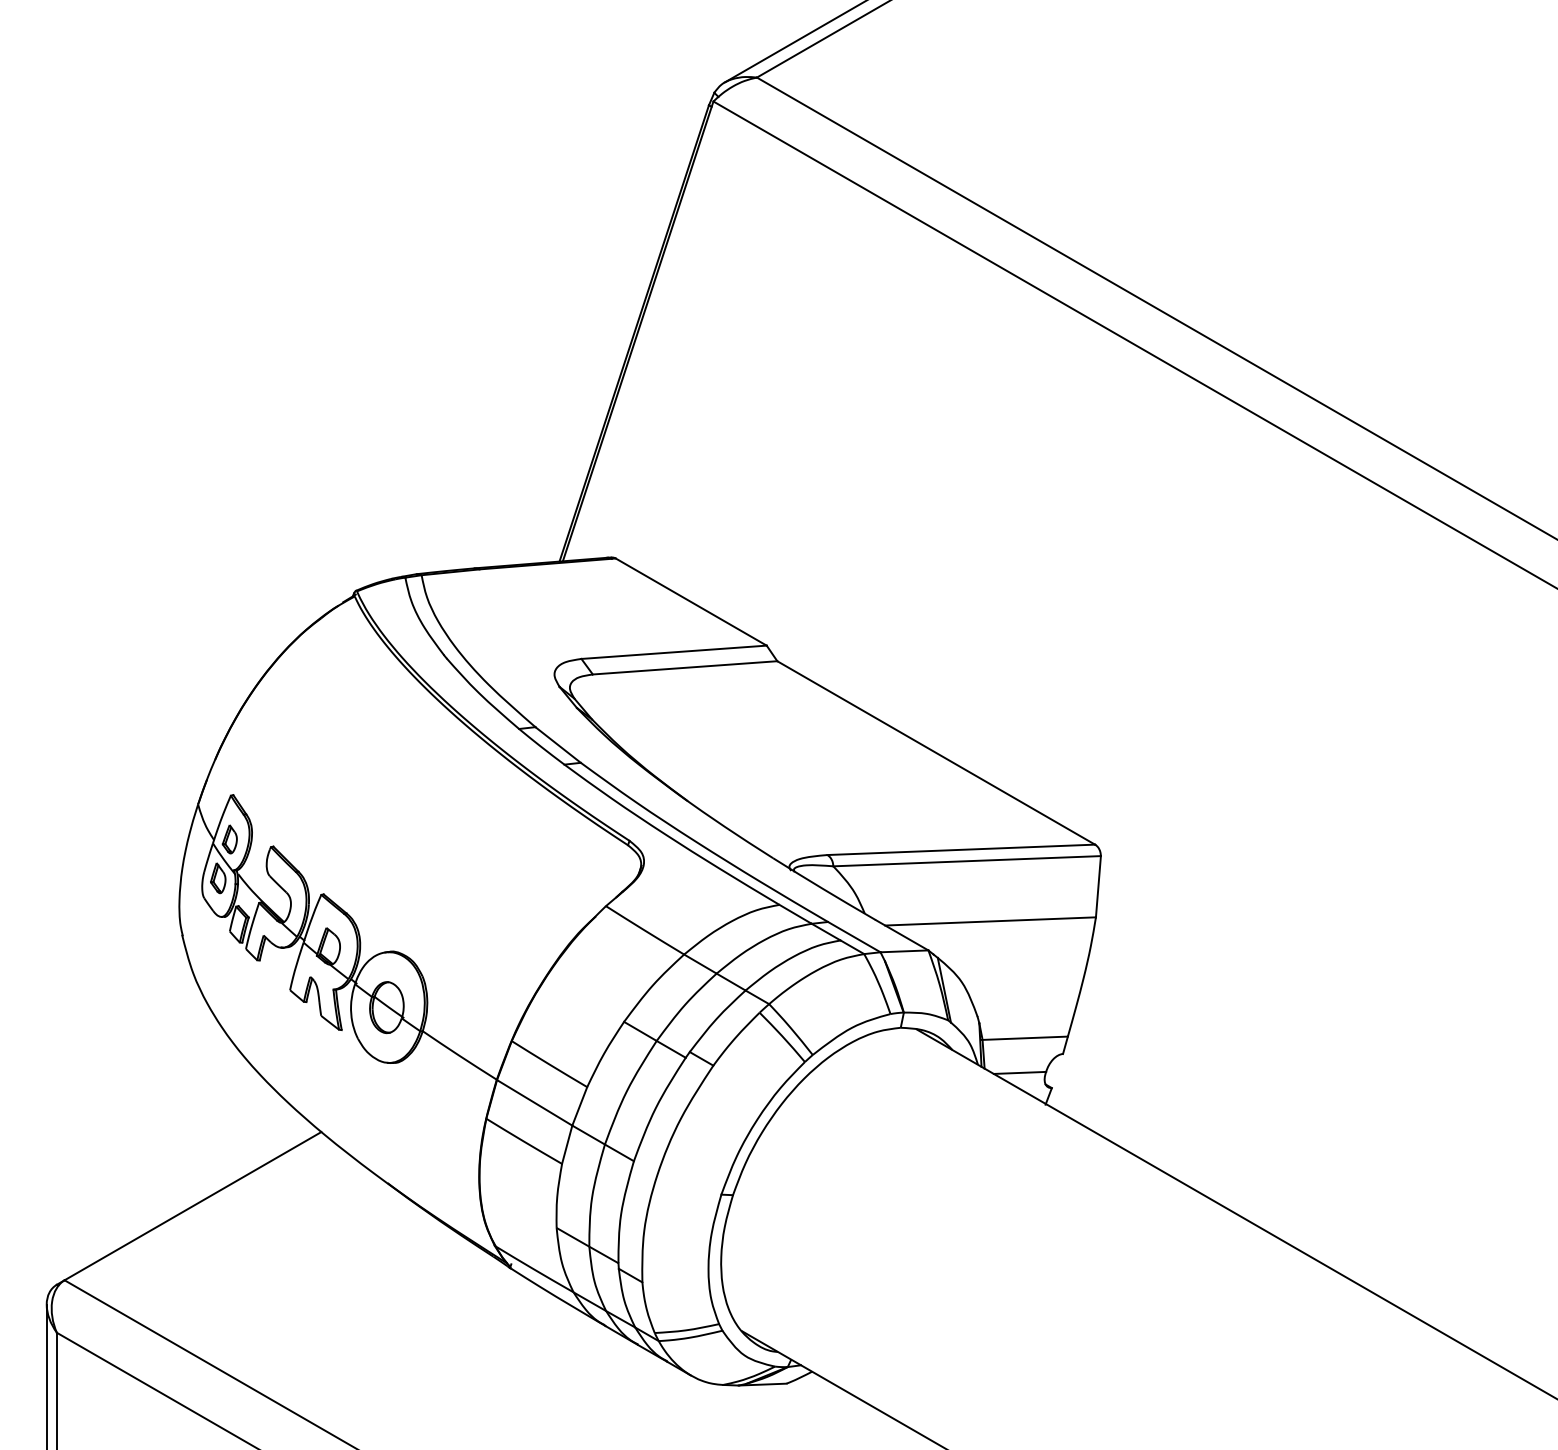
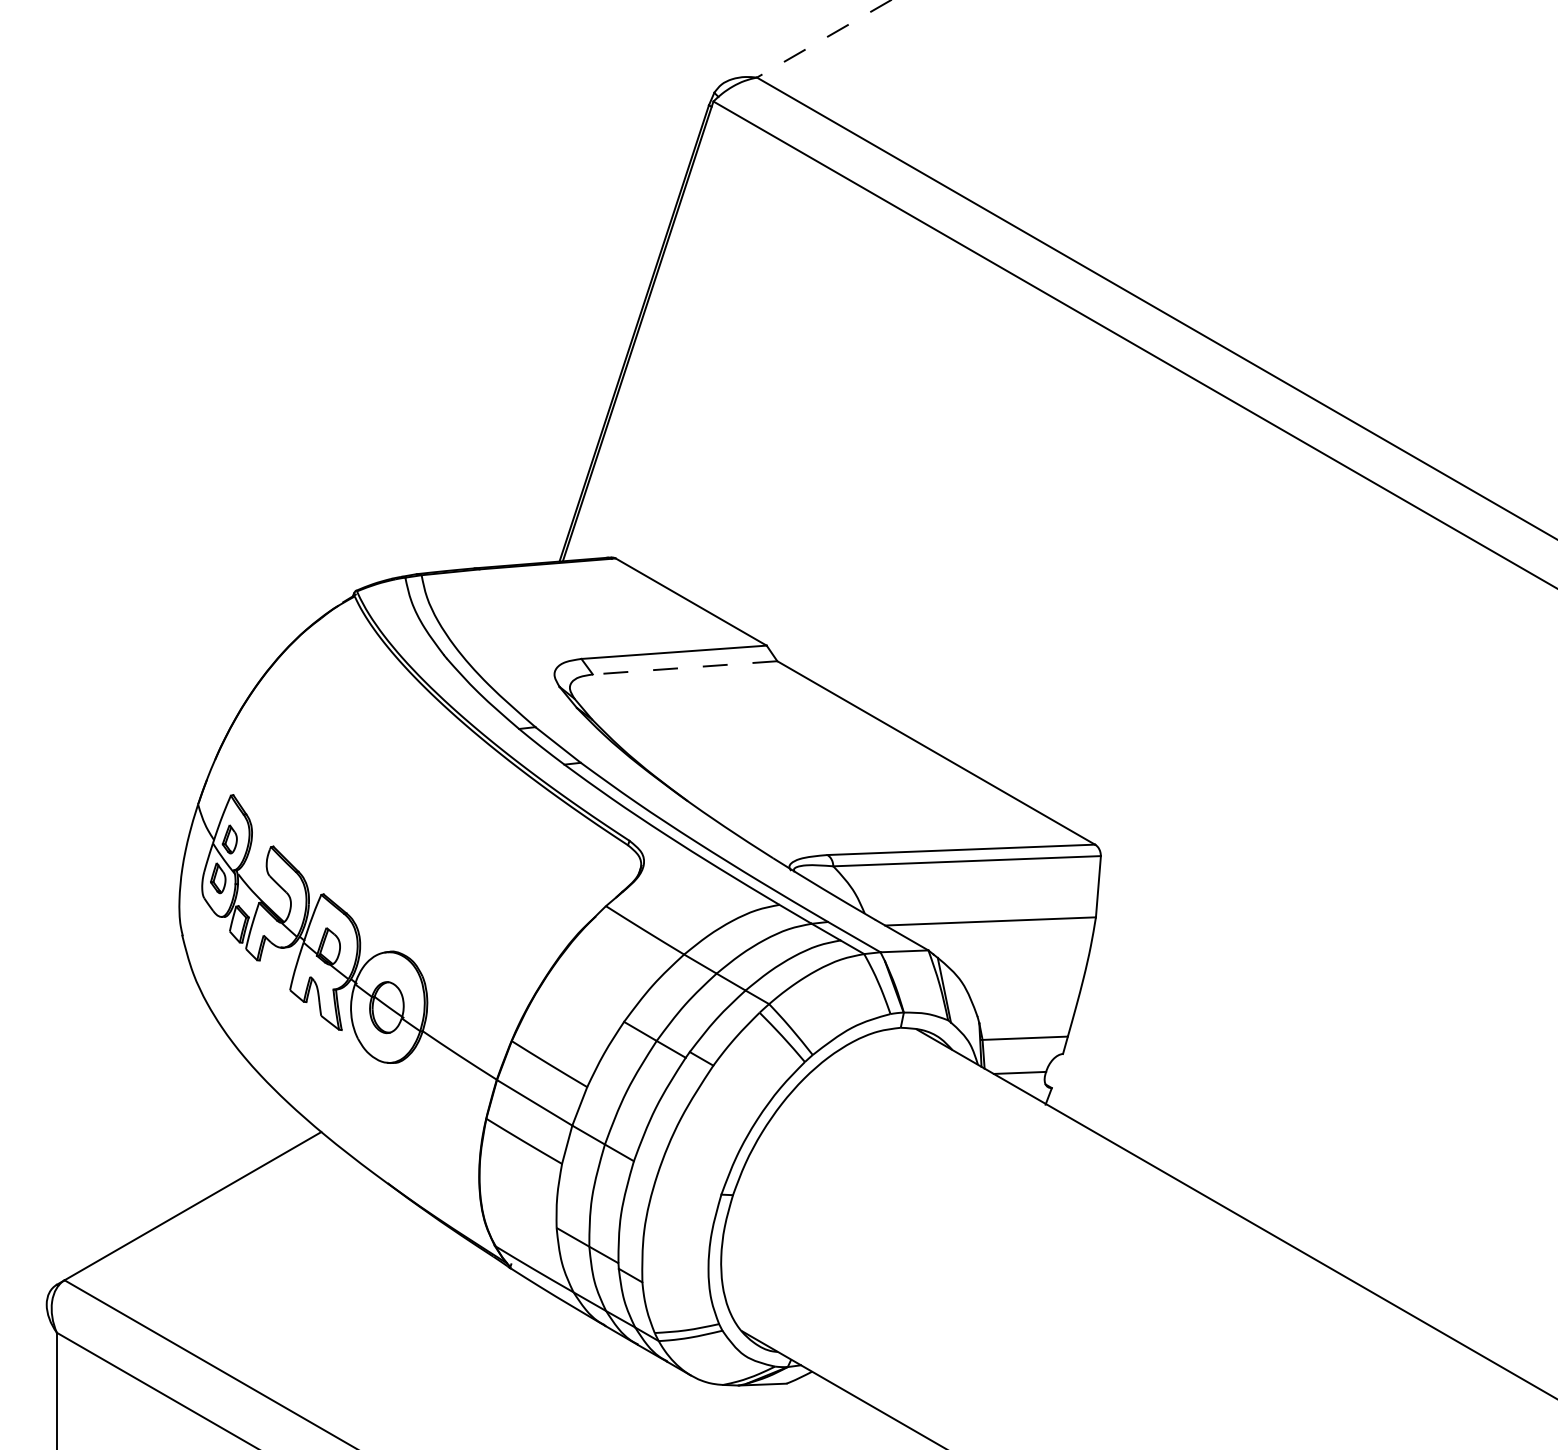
line at (823, 39): solid -> dashed
line at (793, 42): present -> none
line at (684, 667): solid -> dashed
line at (46, 1375): present -> none
